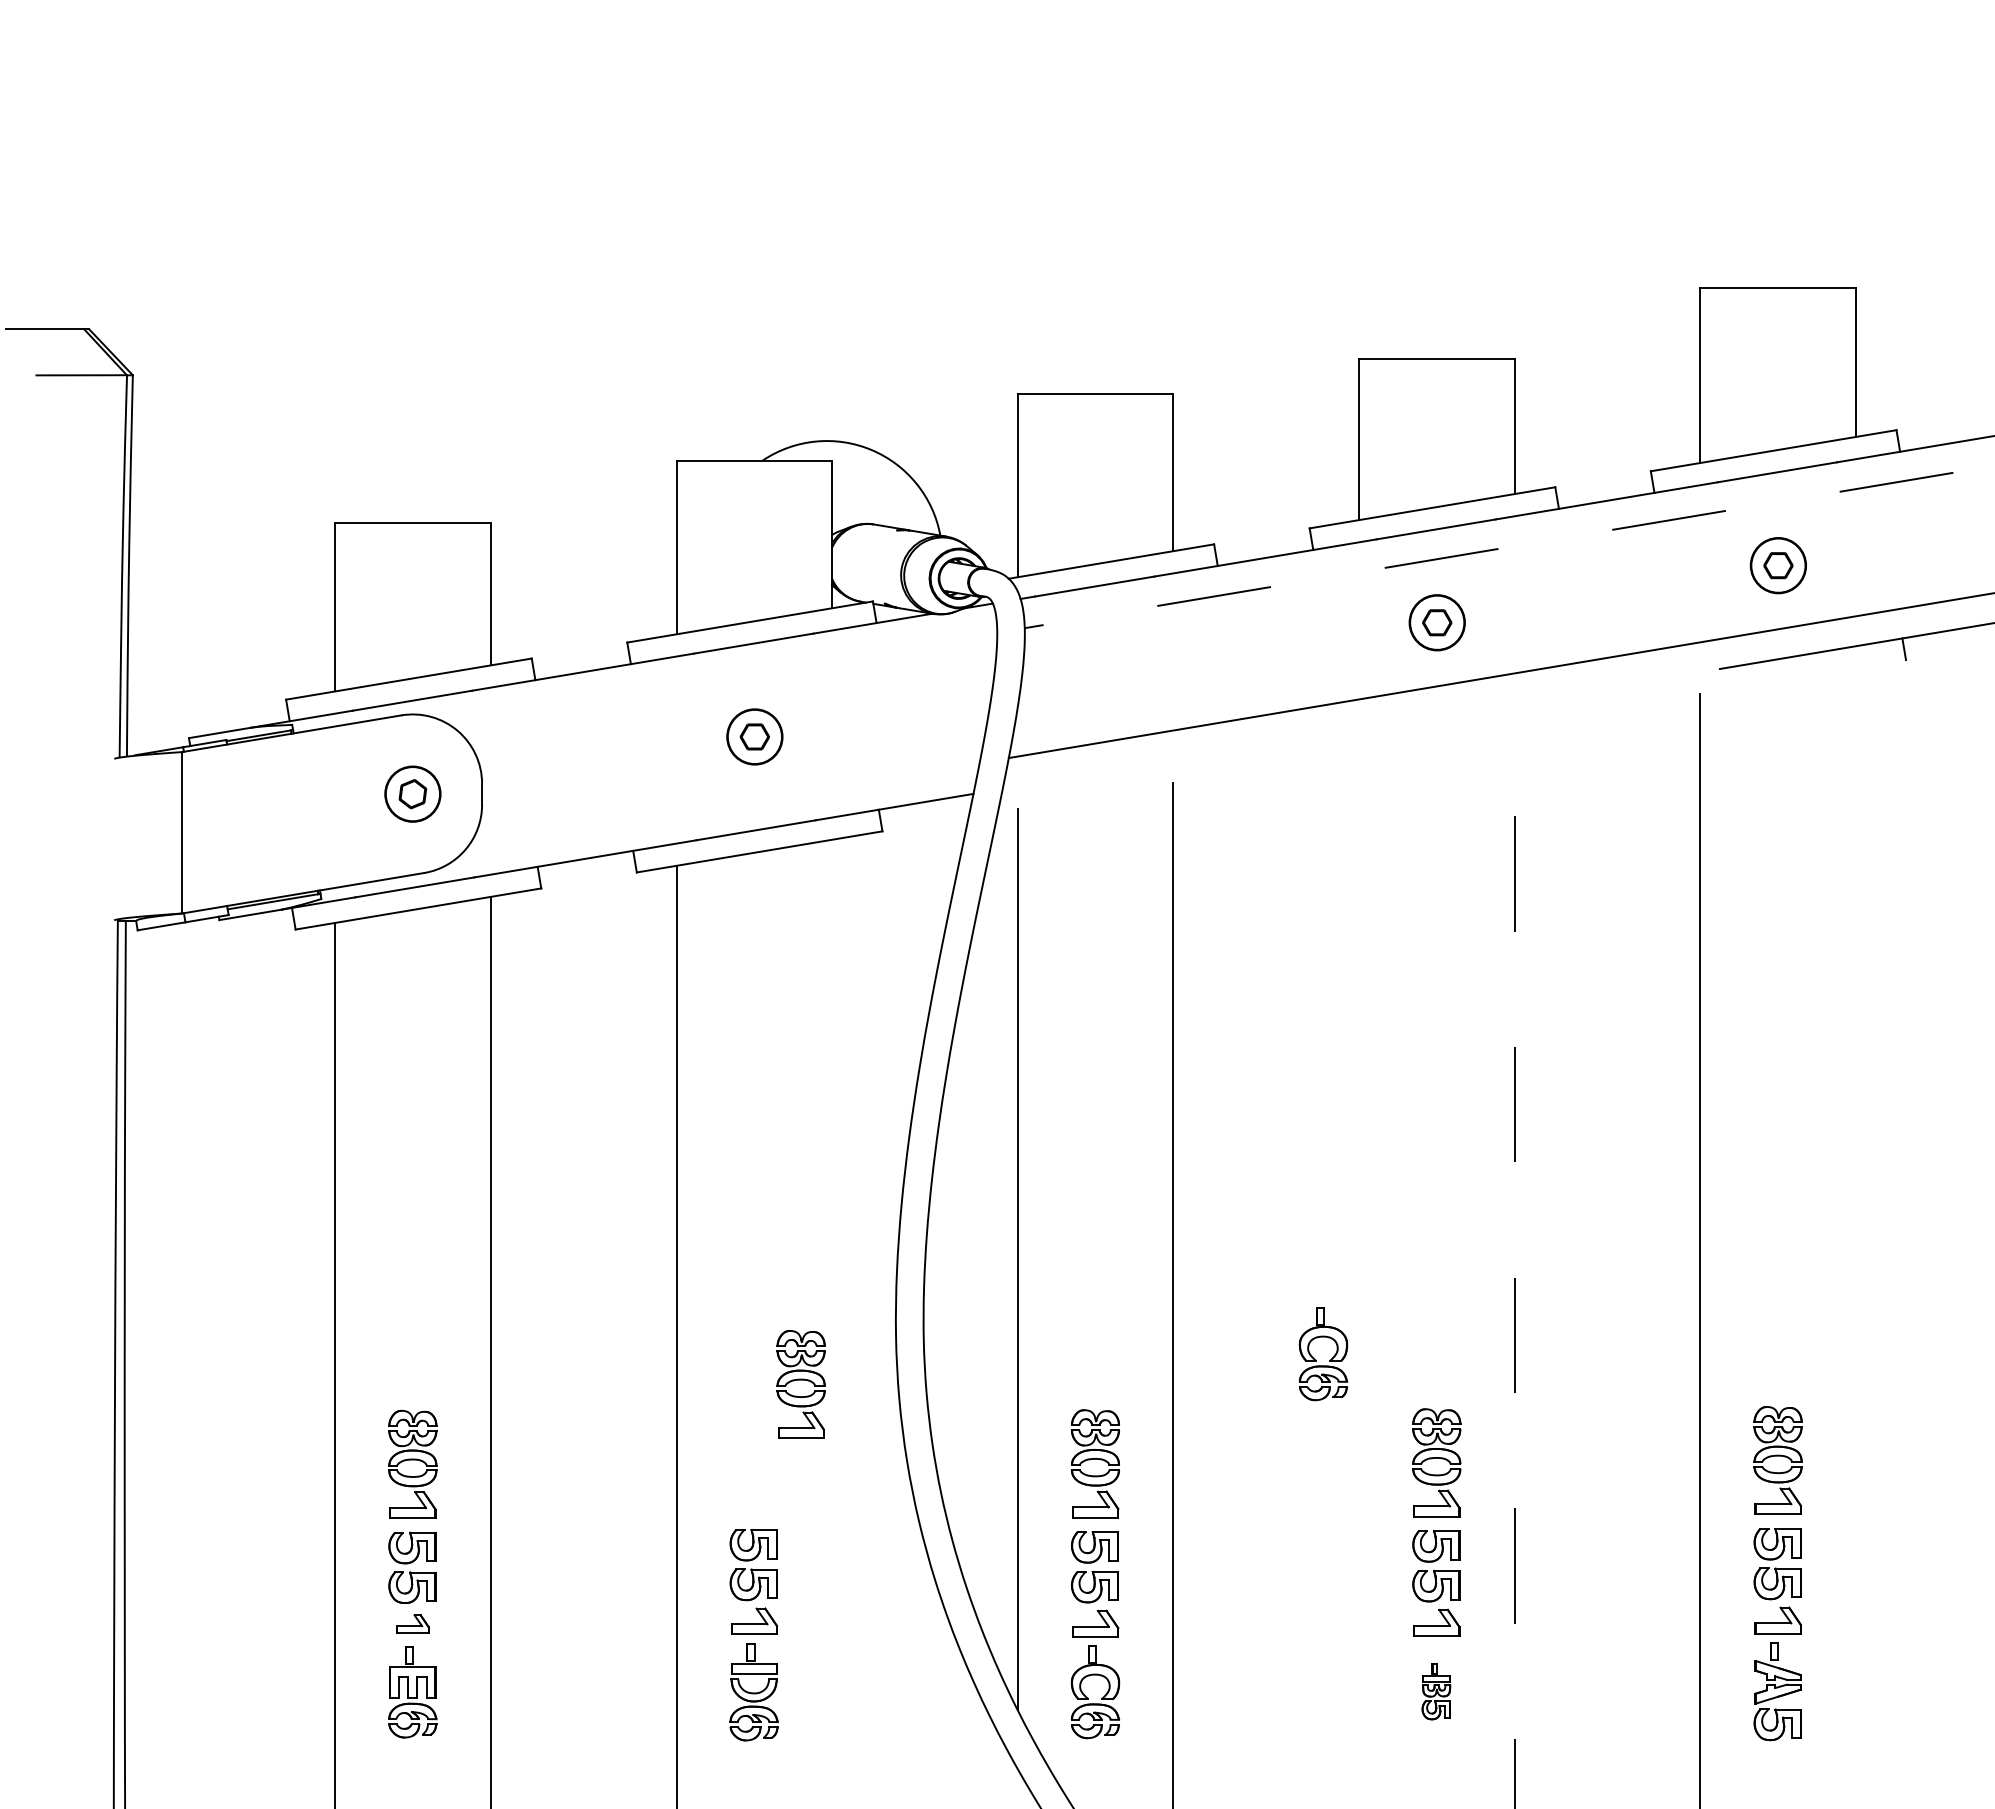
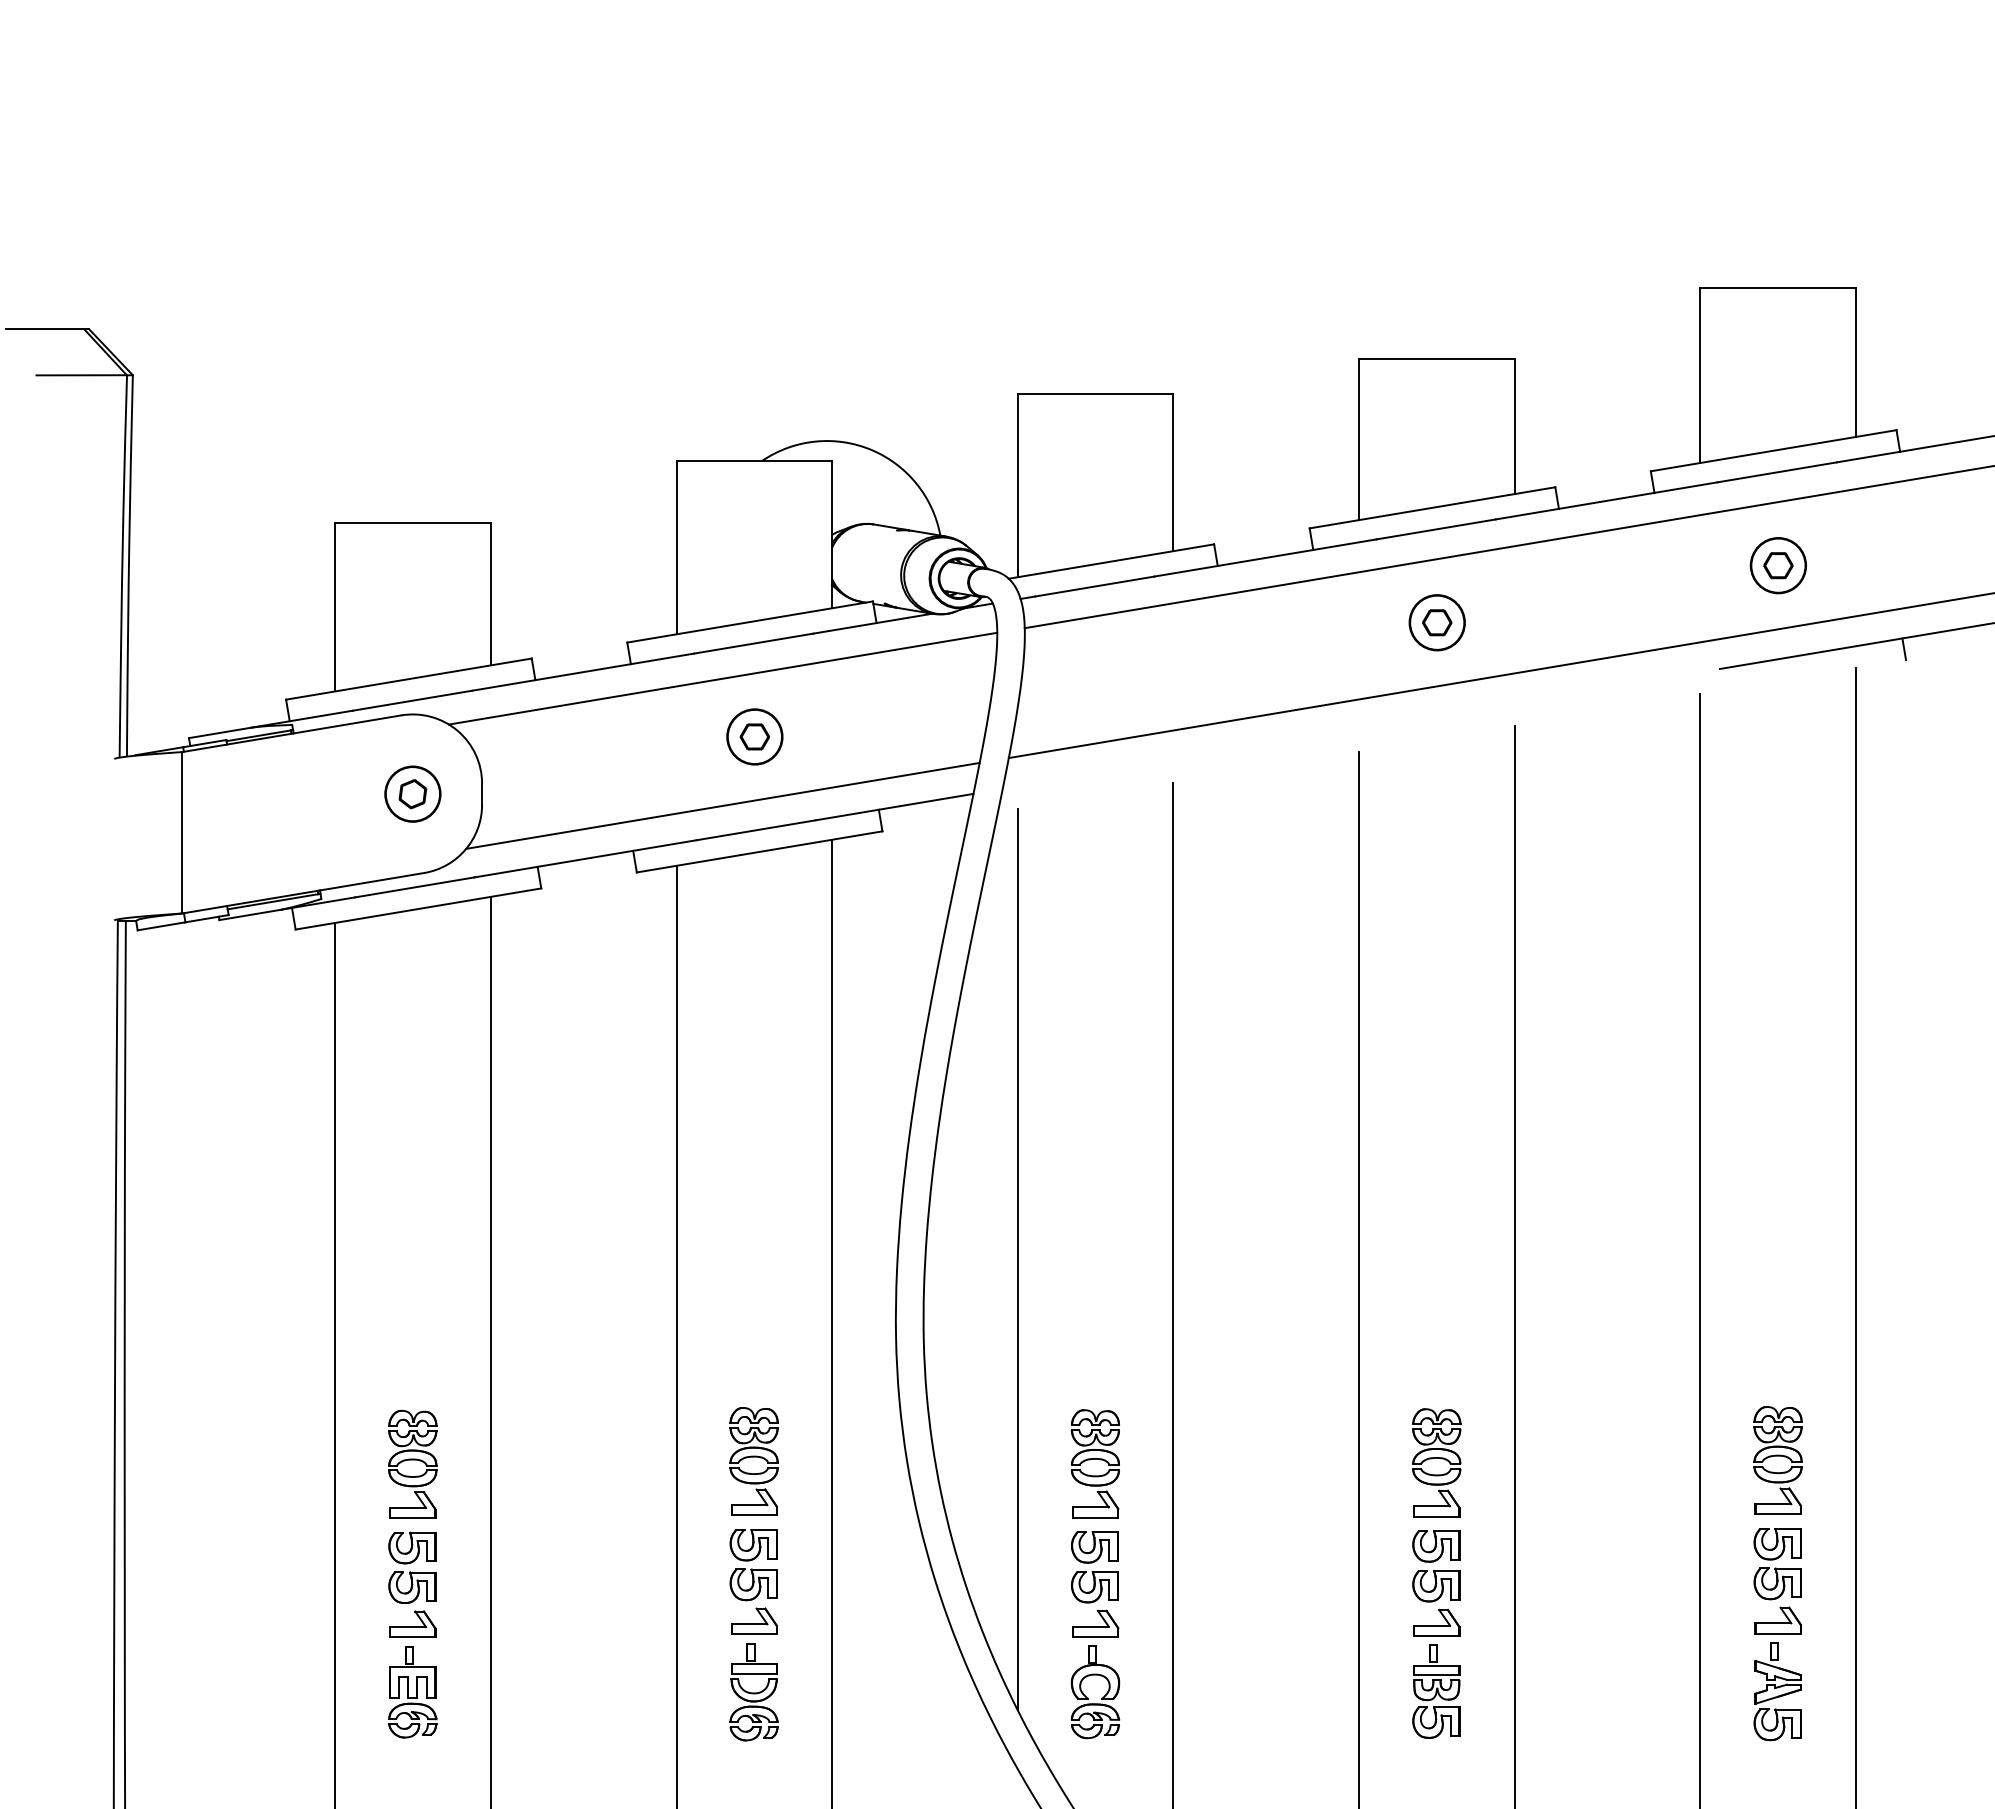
line at (1508, 547): dashed -> solid
line at (722, 678): none -> present
line at (722, 805): none -> present
line at (1855, 1236): none -> present
line at (1514, 1266): dashed -> solid
line at (1359, 1278): none -> present
line at (831, 1322): none -> present
part at (1329, 1360): present -> none
part at (800, 1384) position: (800, 1384) -> (753, 1461)
part at (412, 1623) size: 34x20 px -> 48x28 px
part at (1436, 1691) size: 31x58 px -> 49x95 px
